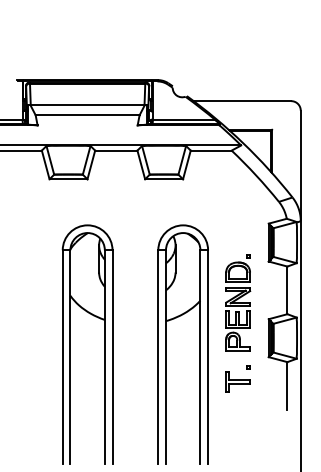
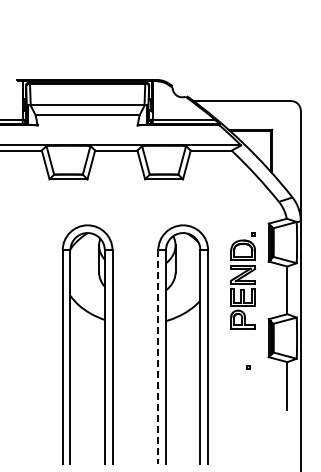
part at (238, 302) position: (238, 302) -> (243, 280)
line at (158, 357): solid -> dashed
part at (237, 381): present -> none
